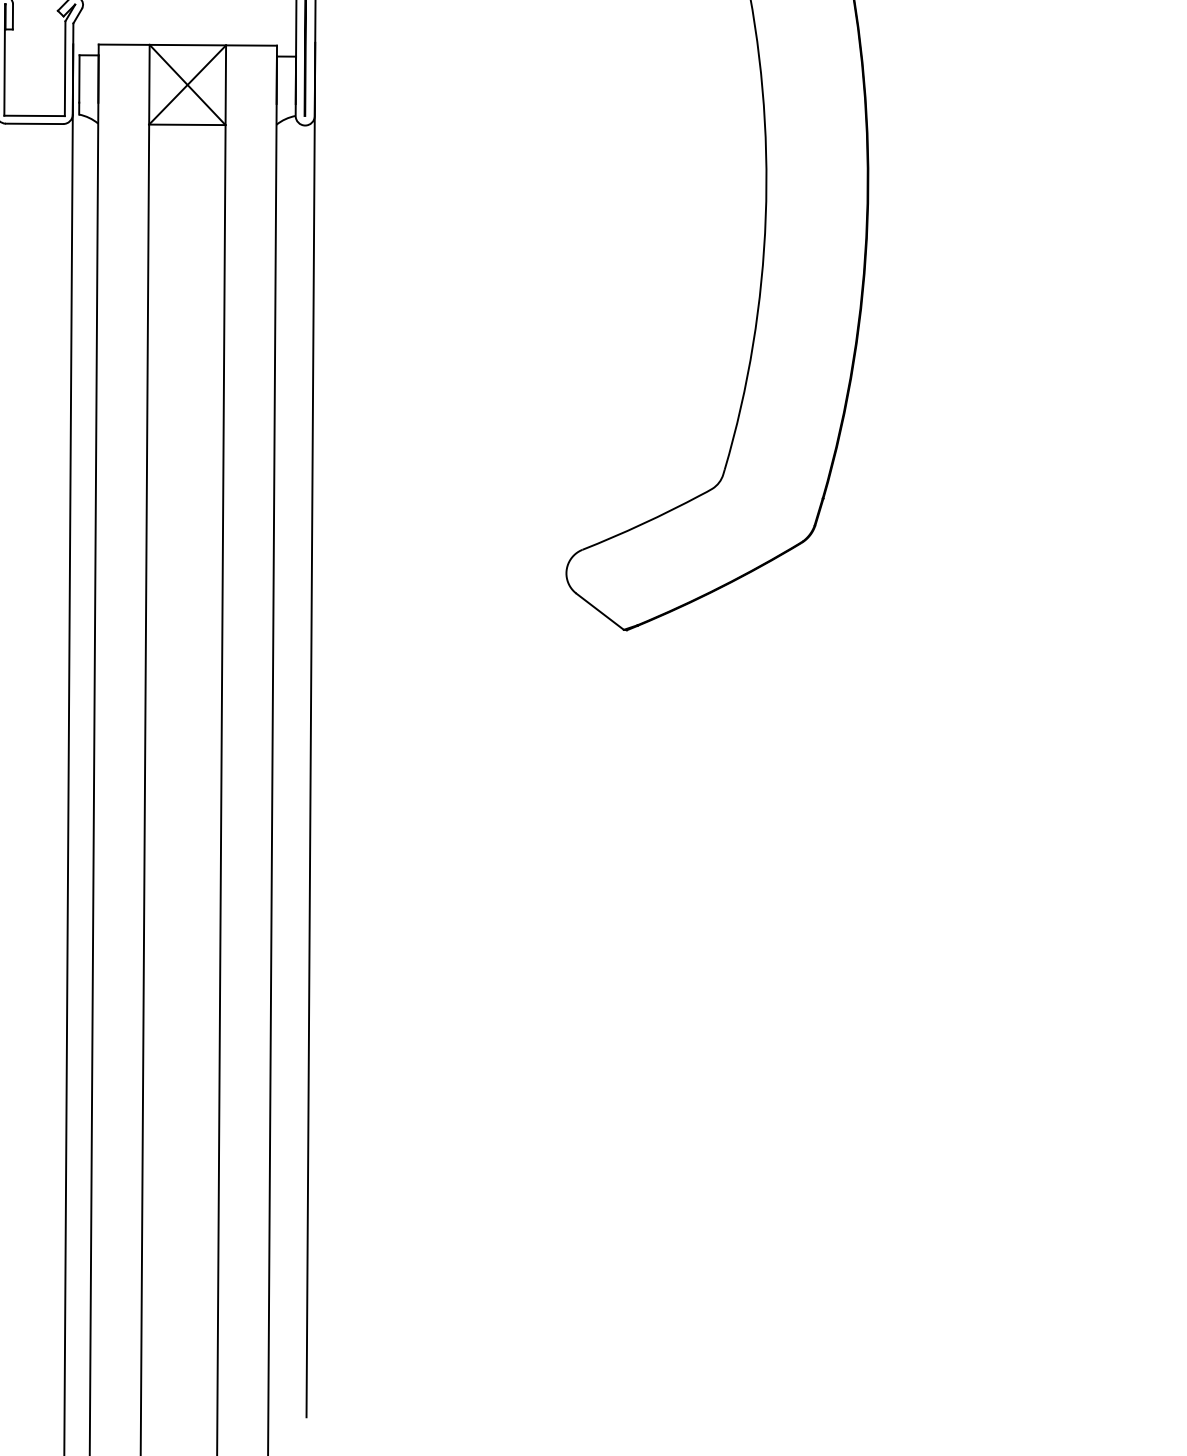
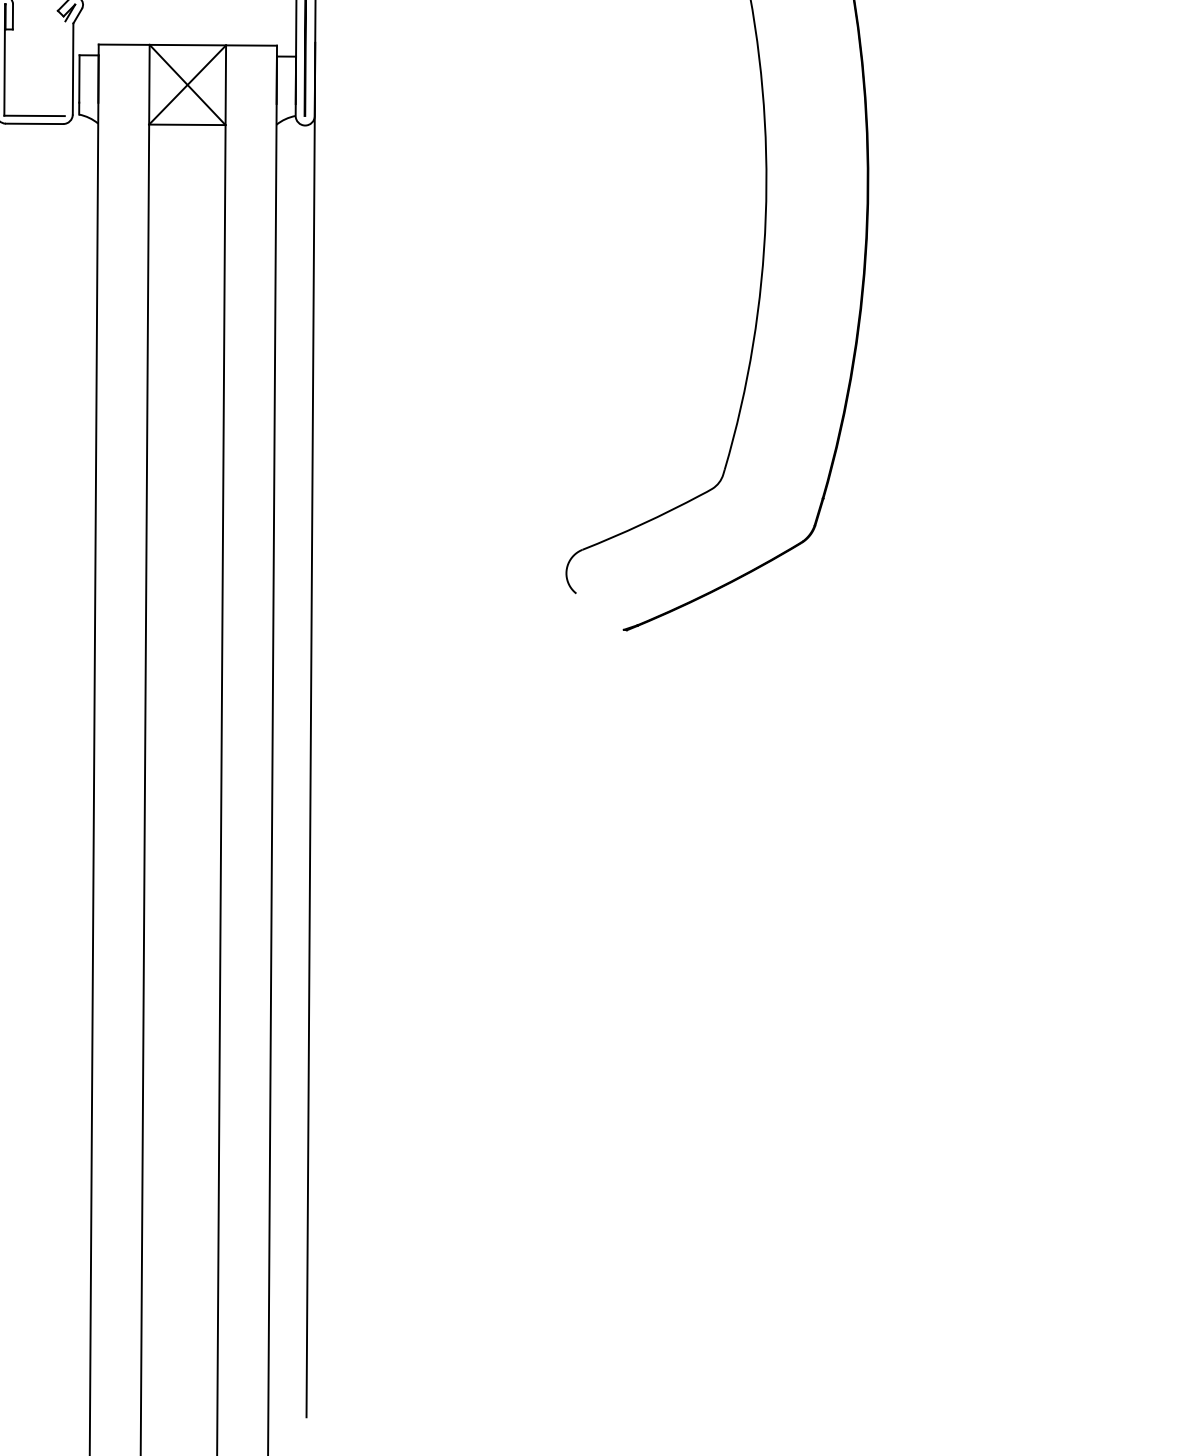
line at (64, 68): present -> none
line at (599, 611): present -> none
line at (68, 748): present -> none
